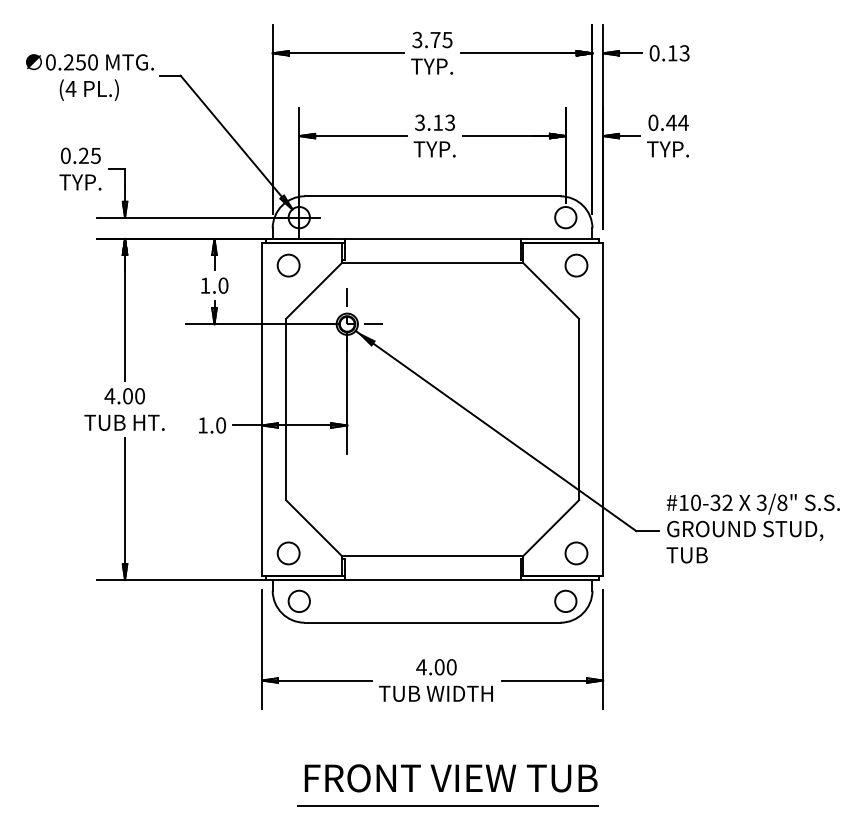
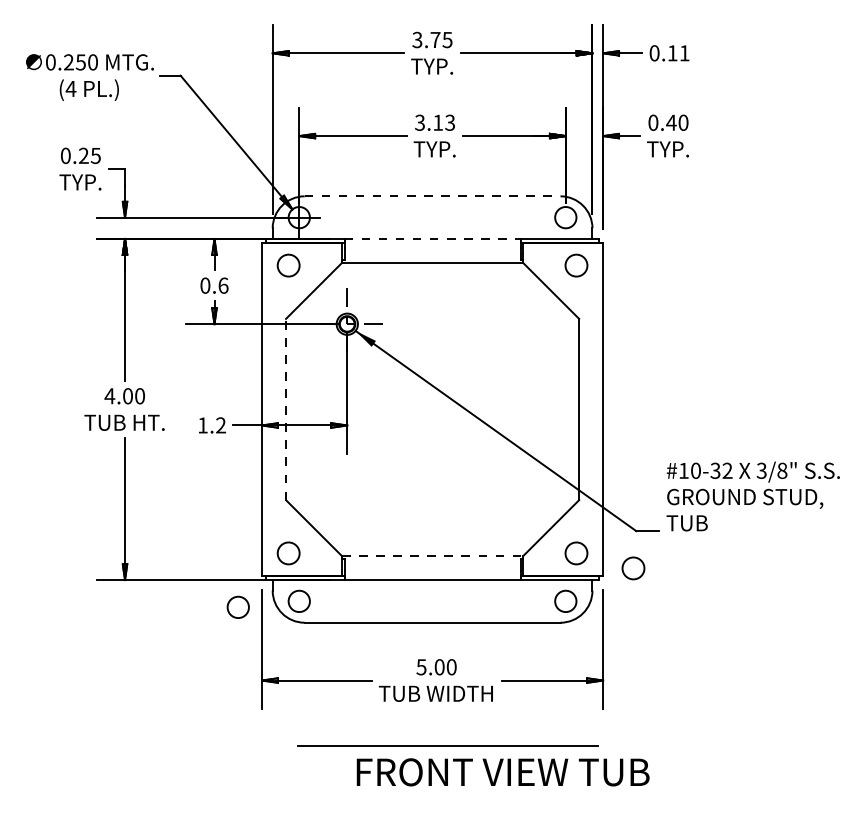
text at (684, 53): 0.13 -> 0.11
text at (683, 122): 0.44 -> 0.40
line at (432, 196): solid -> dashed
line at (432, 238): solid -> dashed
text at (214, 285): 1.0 -> 0.6
line at (286, 409): solid -> dashed
text at (220, 425): 1.0 -> 1.2
text at (752, 528) position: (752, 528) -> (752, 496)
line at (432, 556): solid -> dashed
circle at (633, 568): none -> present
circle at (237, 606): none -> present
text at (421, 667): 4.00 -> 5.00
text at (450, 778) position: (450, 778) -> (502, 772)
line at (447, 805) position: (447, 805) -> (447, 745)
